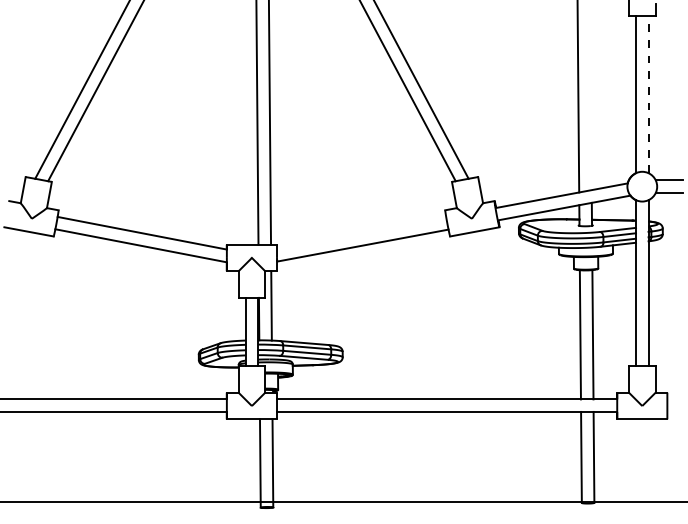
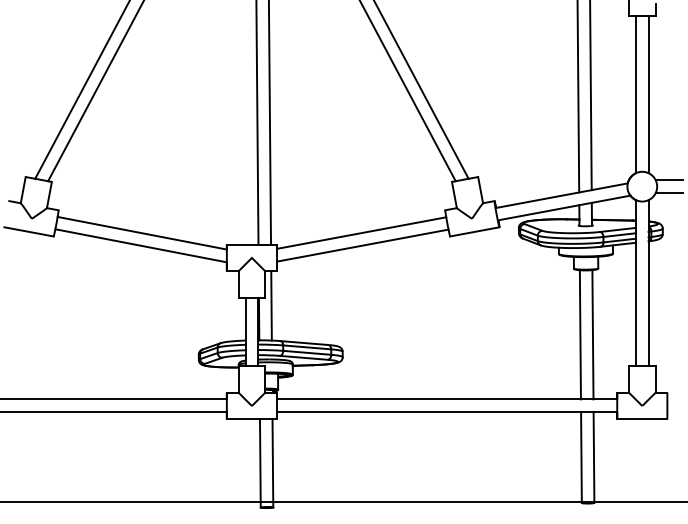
line at (648, 94): dashed -> solid
line at (590, 96): none -> present
line at (361, 232): none -> present
